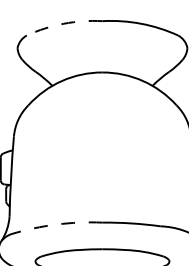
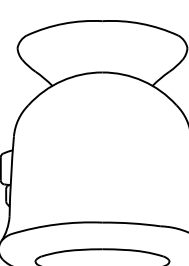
arc at (63, 23): dashed -> solid
arc at (56, 224): dashed -> solid
